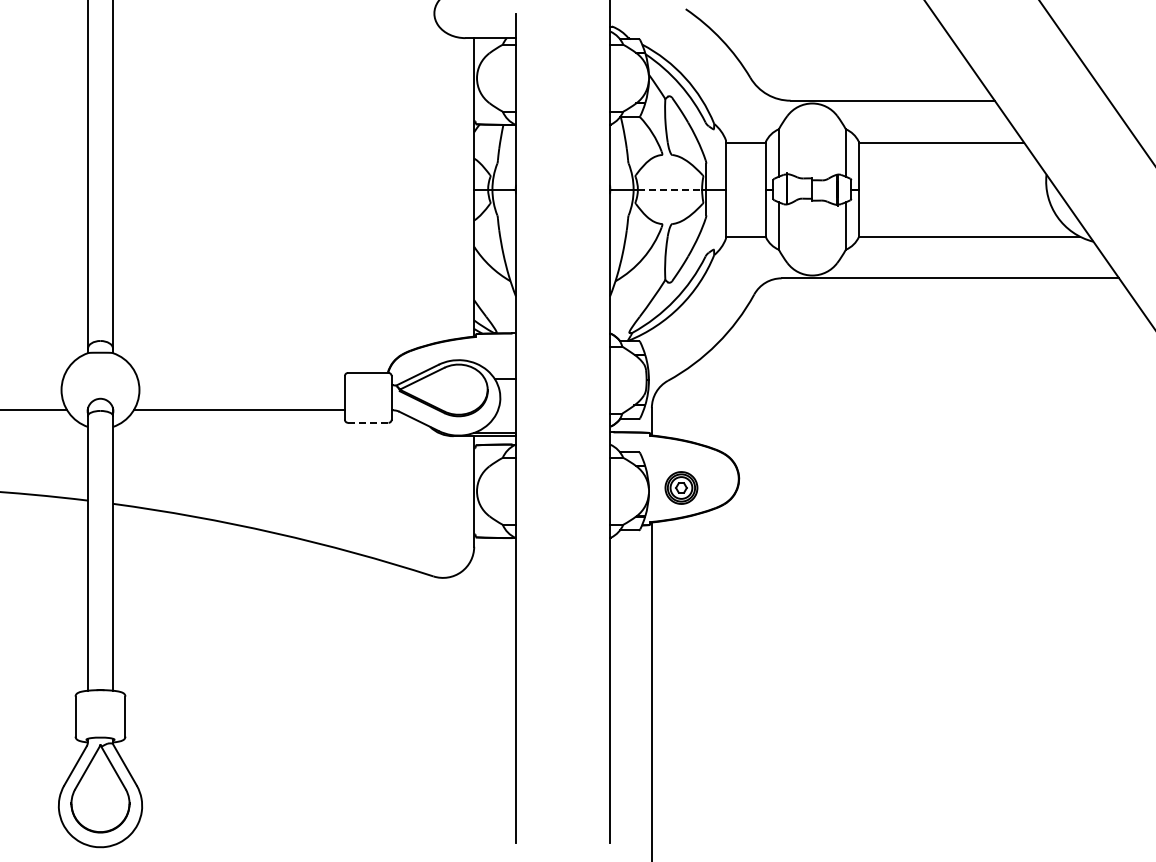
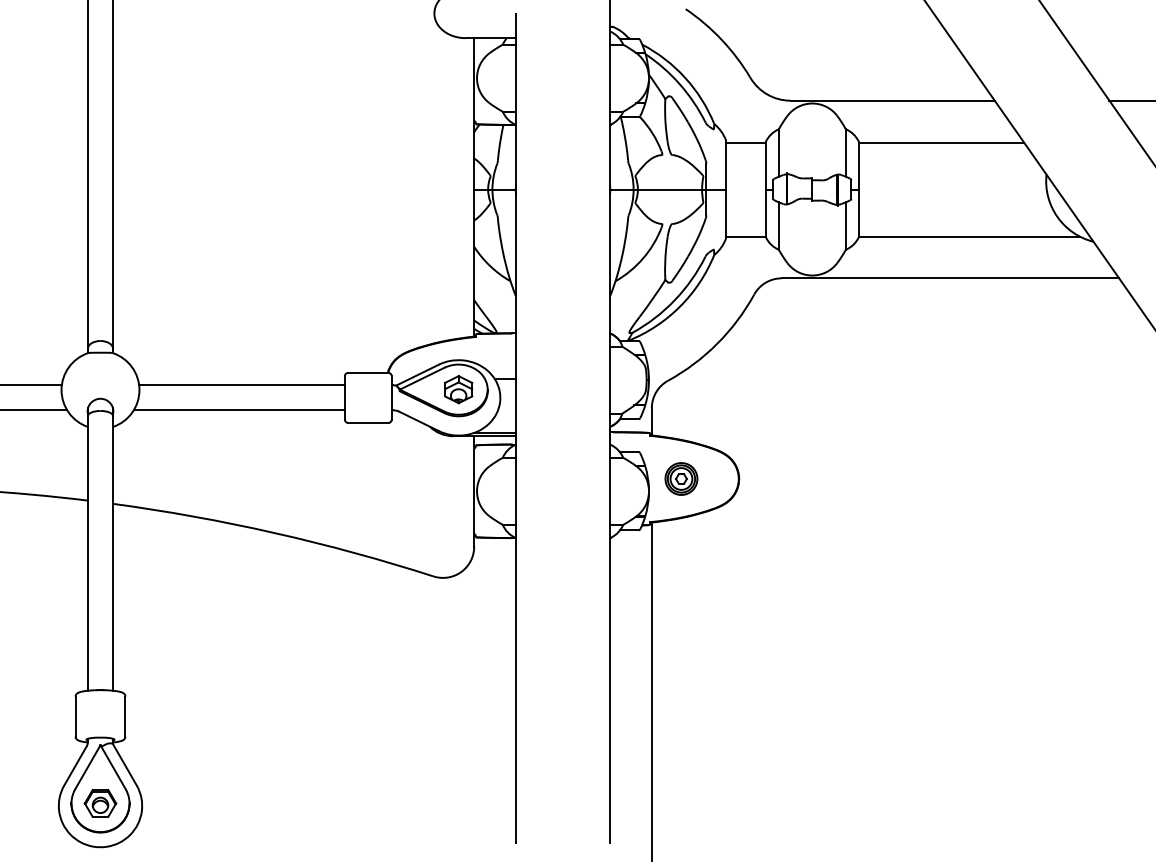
line at (1130, 100): none -> present
line at (670, 189): dashed -> solid
line at (31, 385): none -> present
line at (241, 385): none -> present
part at (458, 389): none -> present
line at (368, 422): dashed -> solid
part at (681, 487) position: (681, 487) -> (681, 478)
part at (100, 803): none -> present
